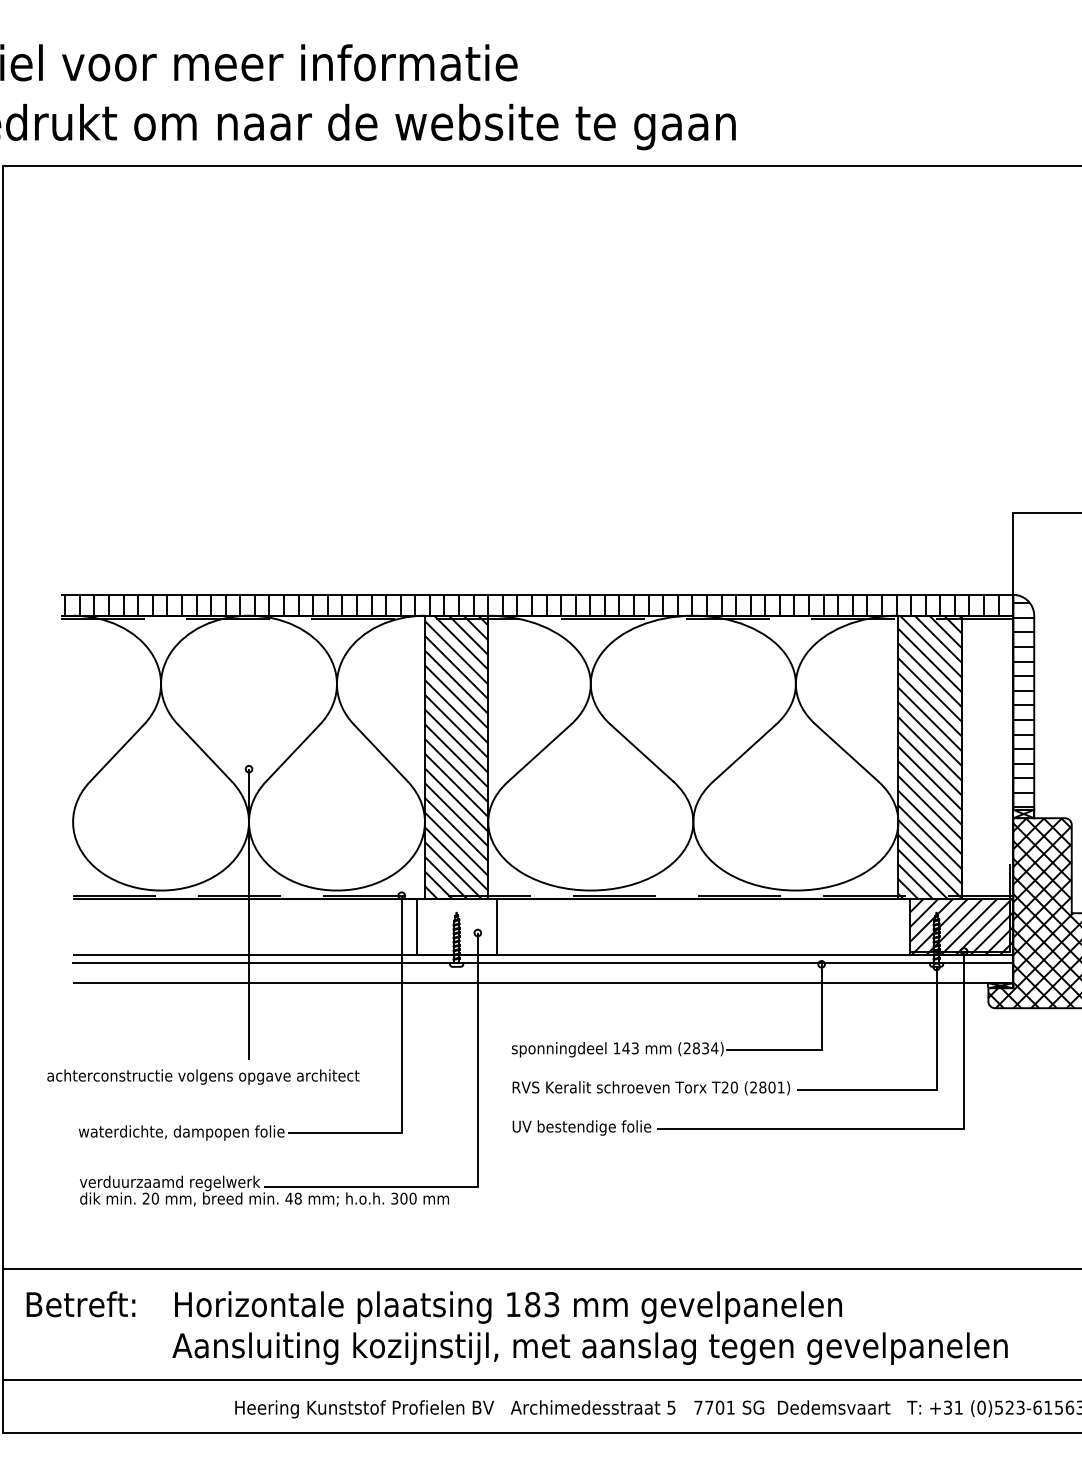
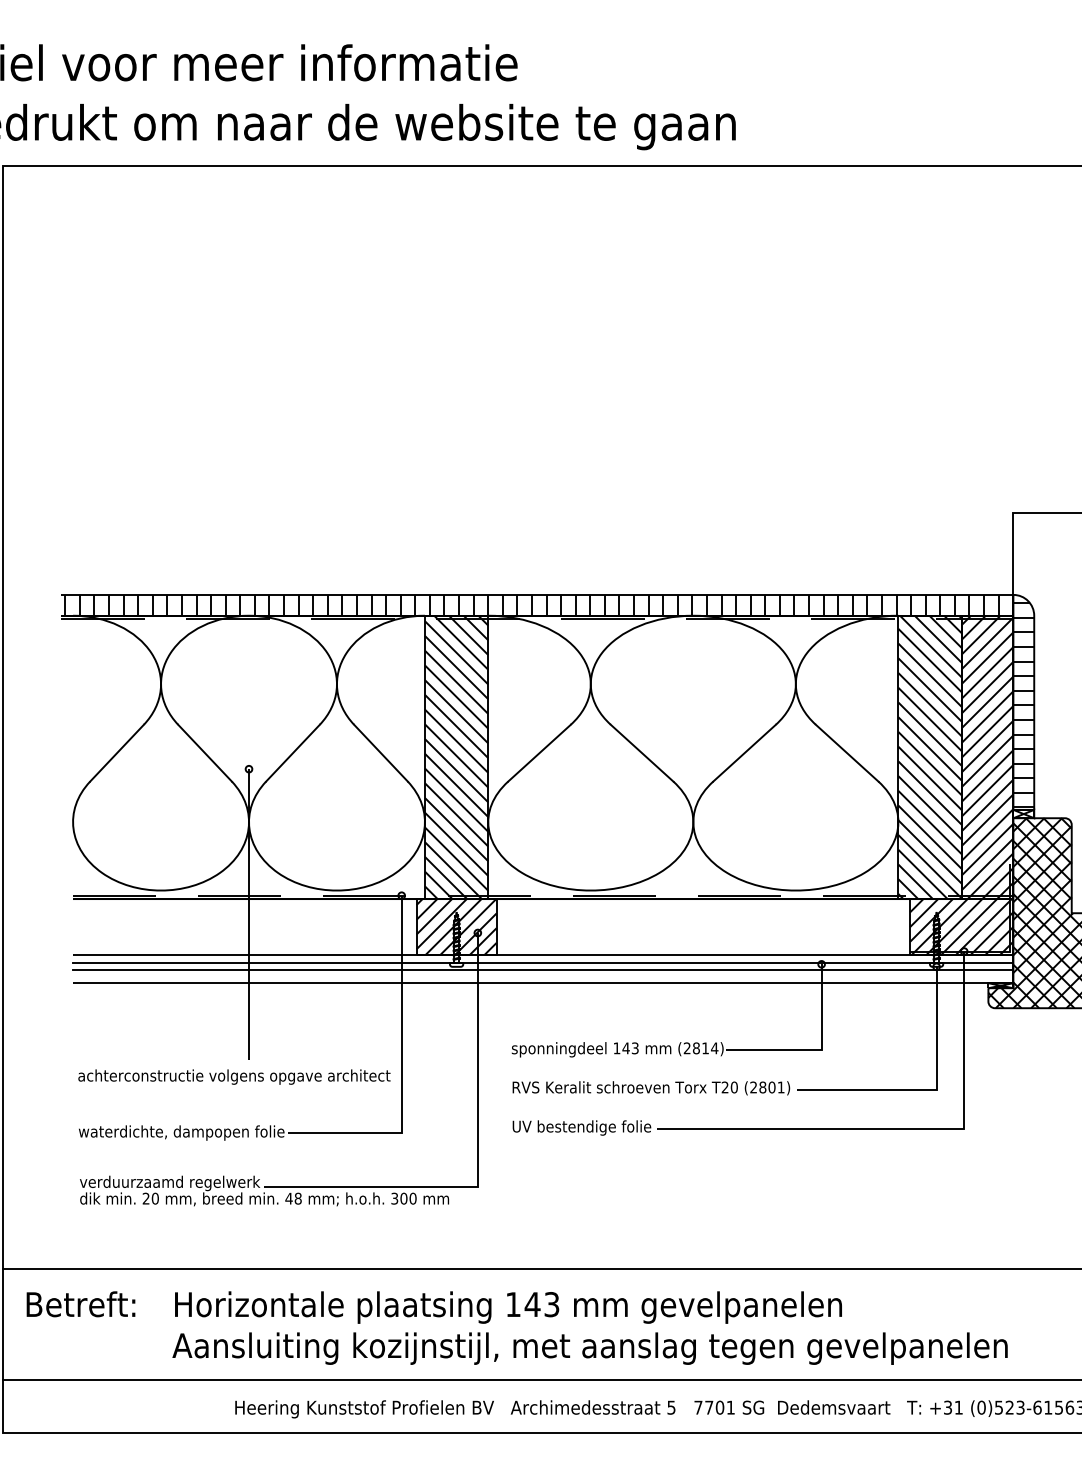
hatch at (987, 757): none -> present
hatch at (456, 926): none -> present
line at (543, 970): none -> present
text at (705, 1048): (2834) -> (2814)
text at (203, 1076) position: (203, 1076) -> (234, 1076)
text at (532, 1304): 183 -> 143
